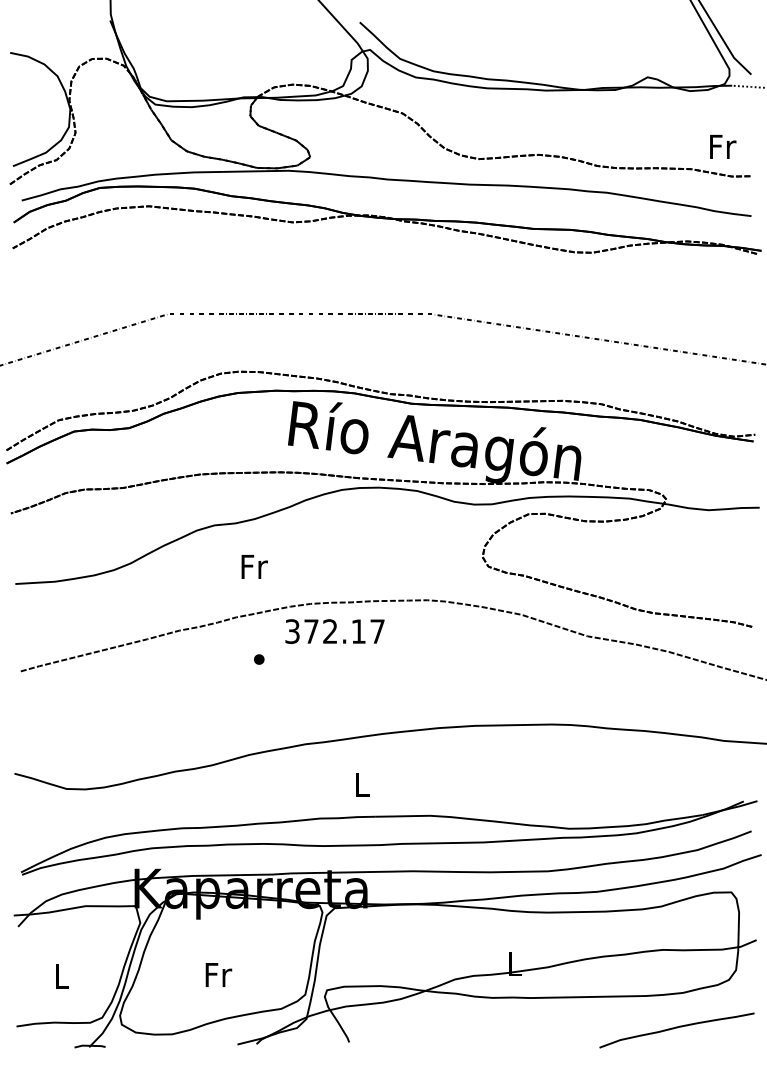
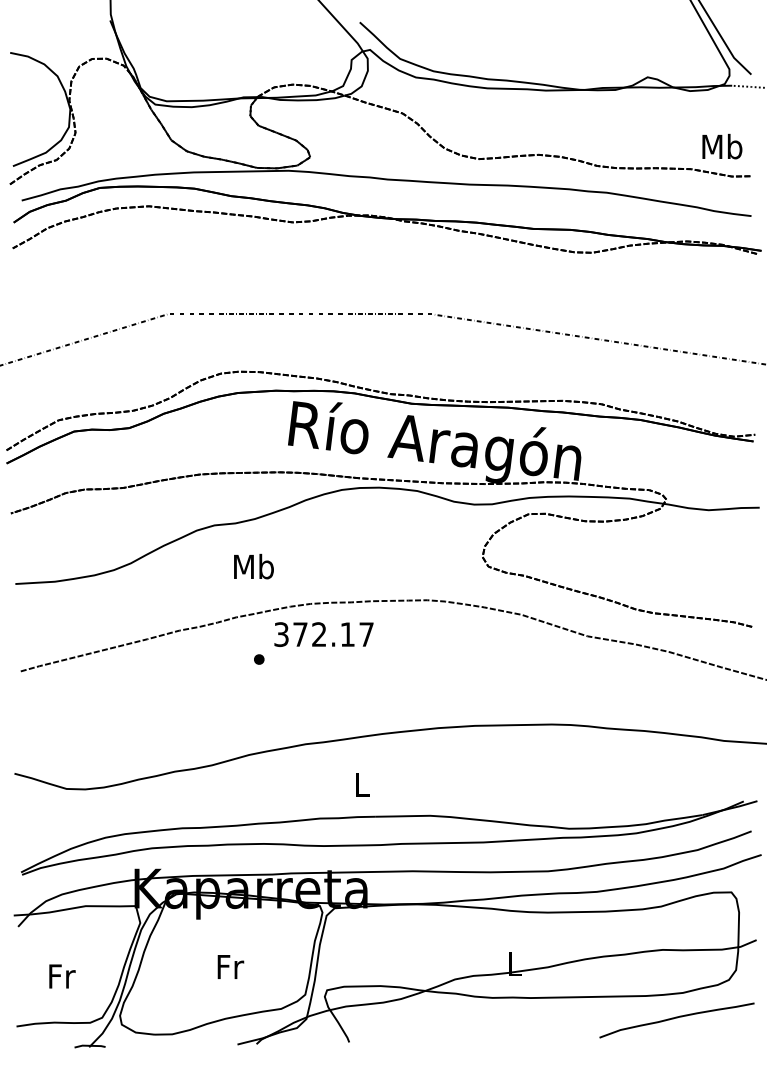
text at (722, 146): Fr -> Mb
text at (253, 566): Fr -> Mb
text at (334, 631) position: (334, 631) -> (323, 634)
text at (218, 974) position: (218, 974) -> (230, 966)
text at (62, 976): L -> Fr
curve at (676, 1028) position: (676, 1028) -> (676, 1018)
